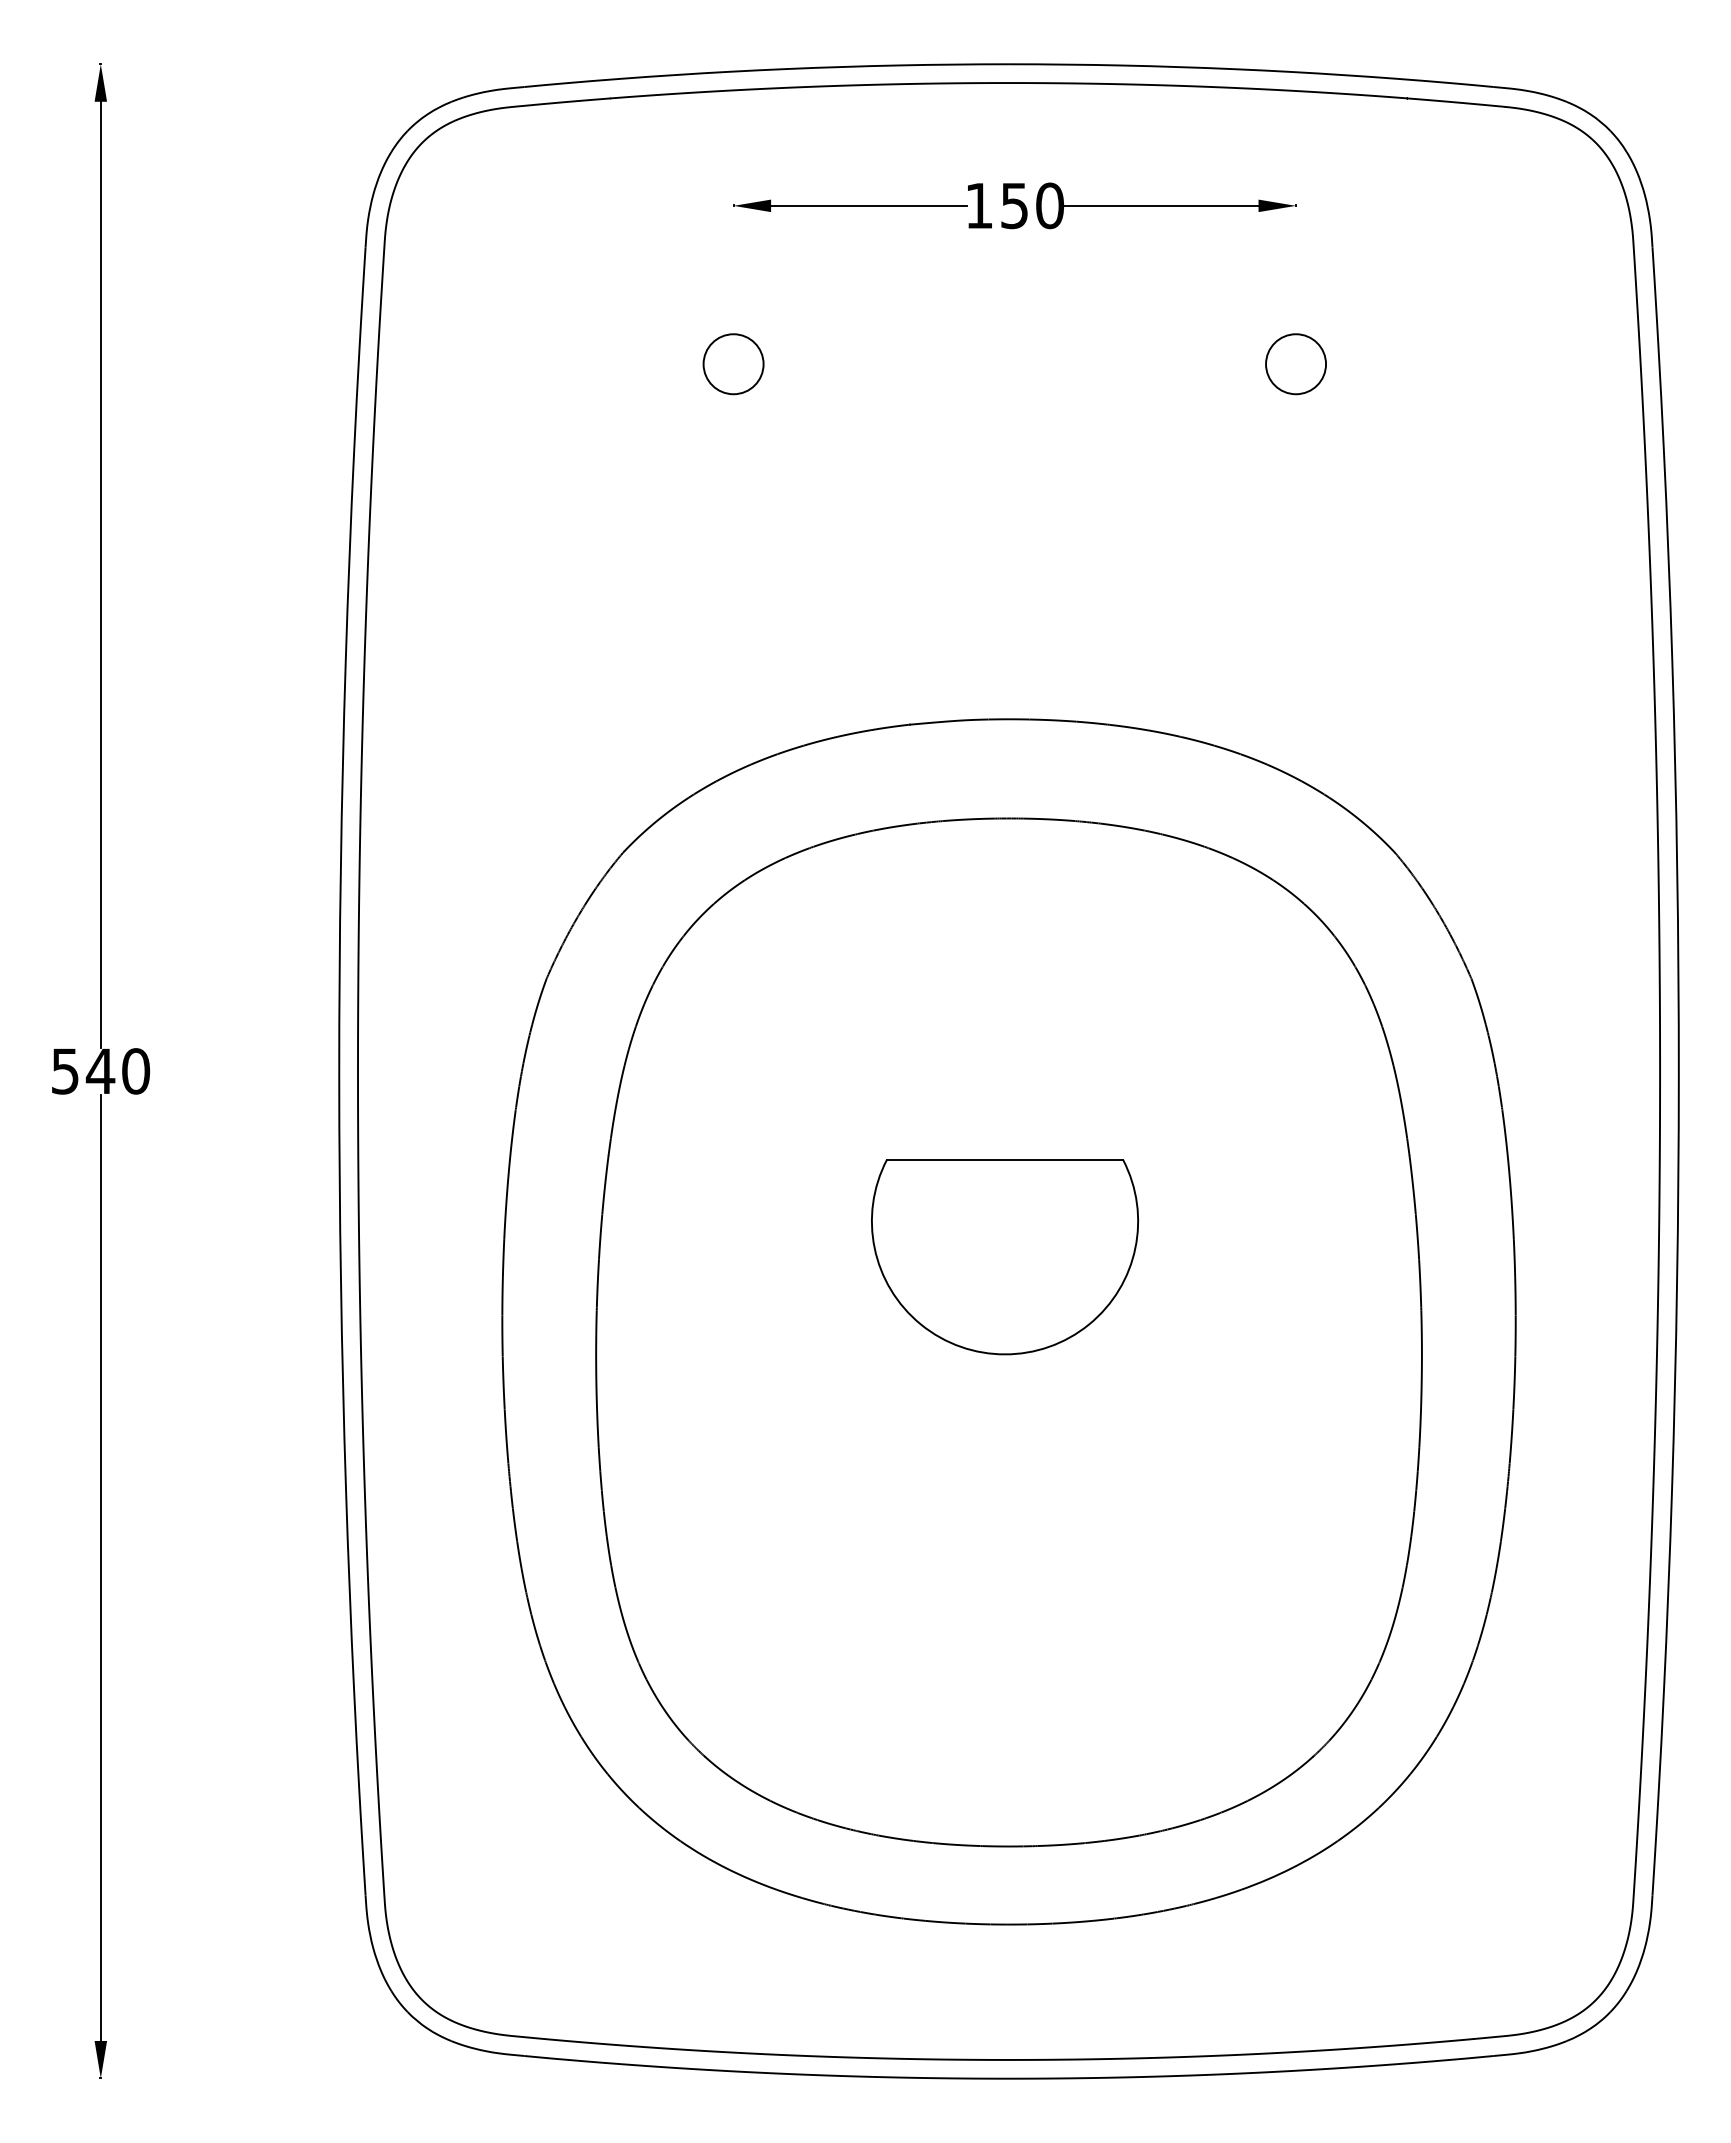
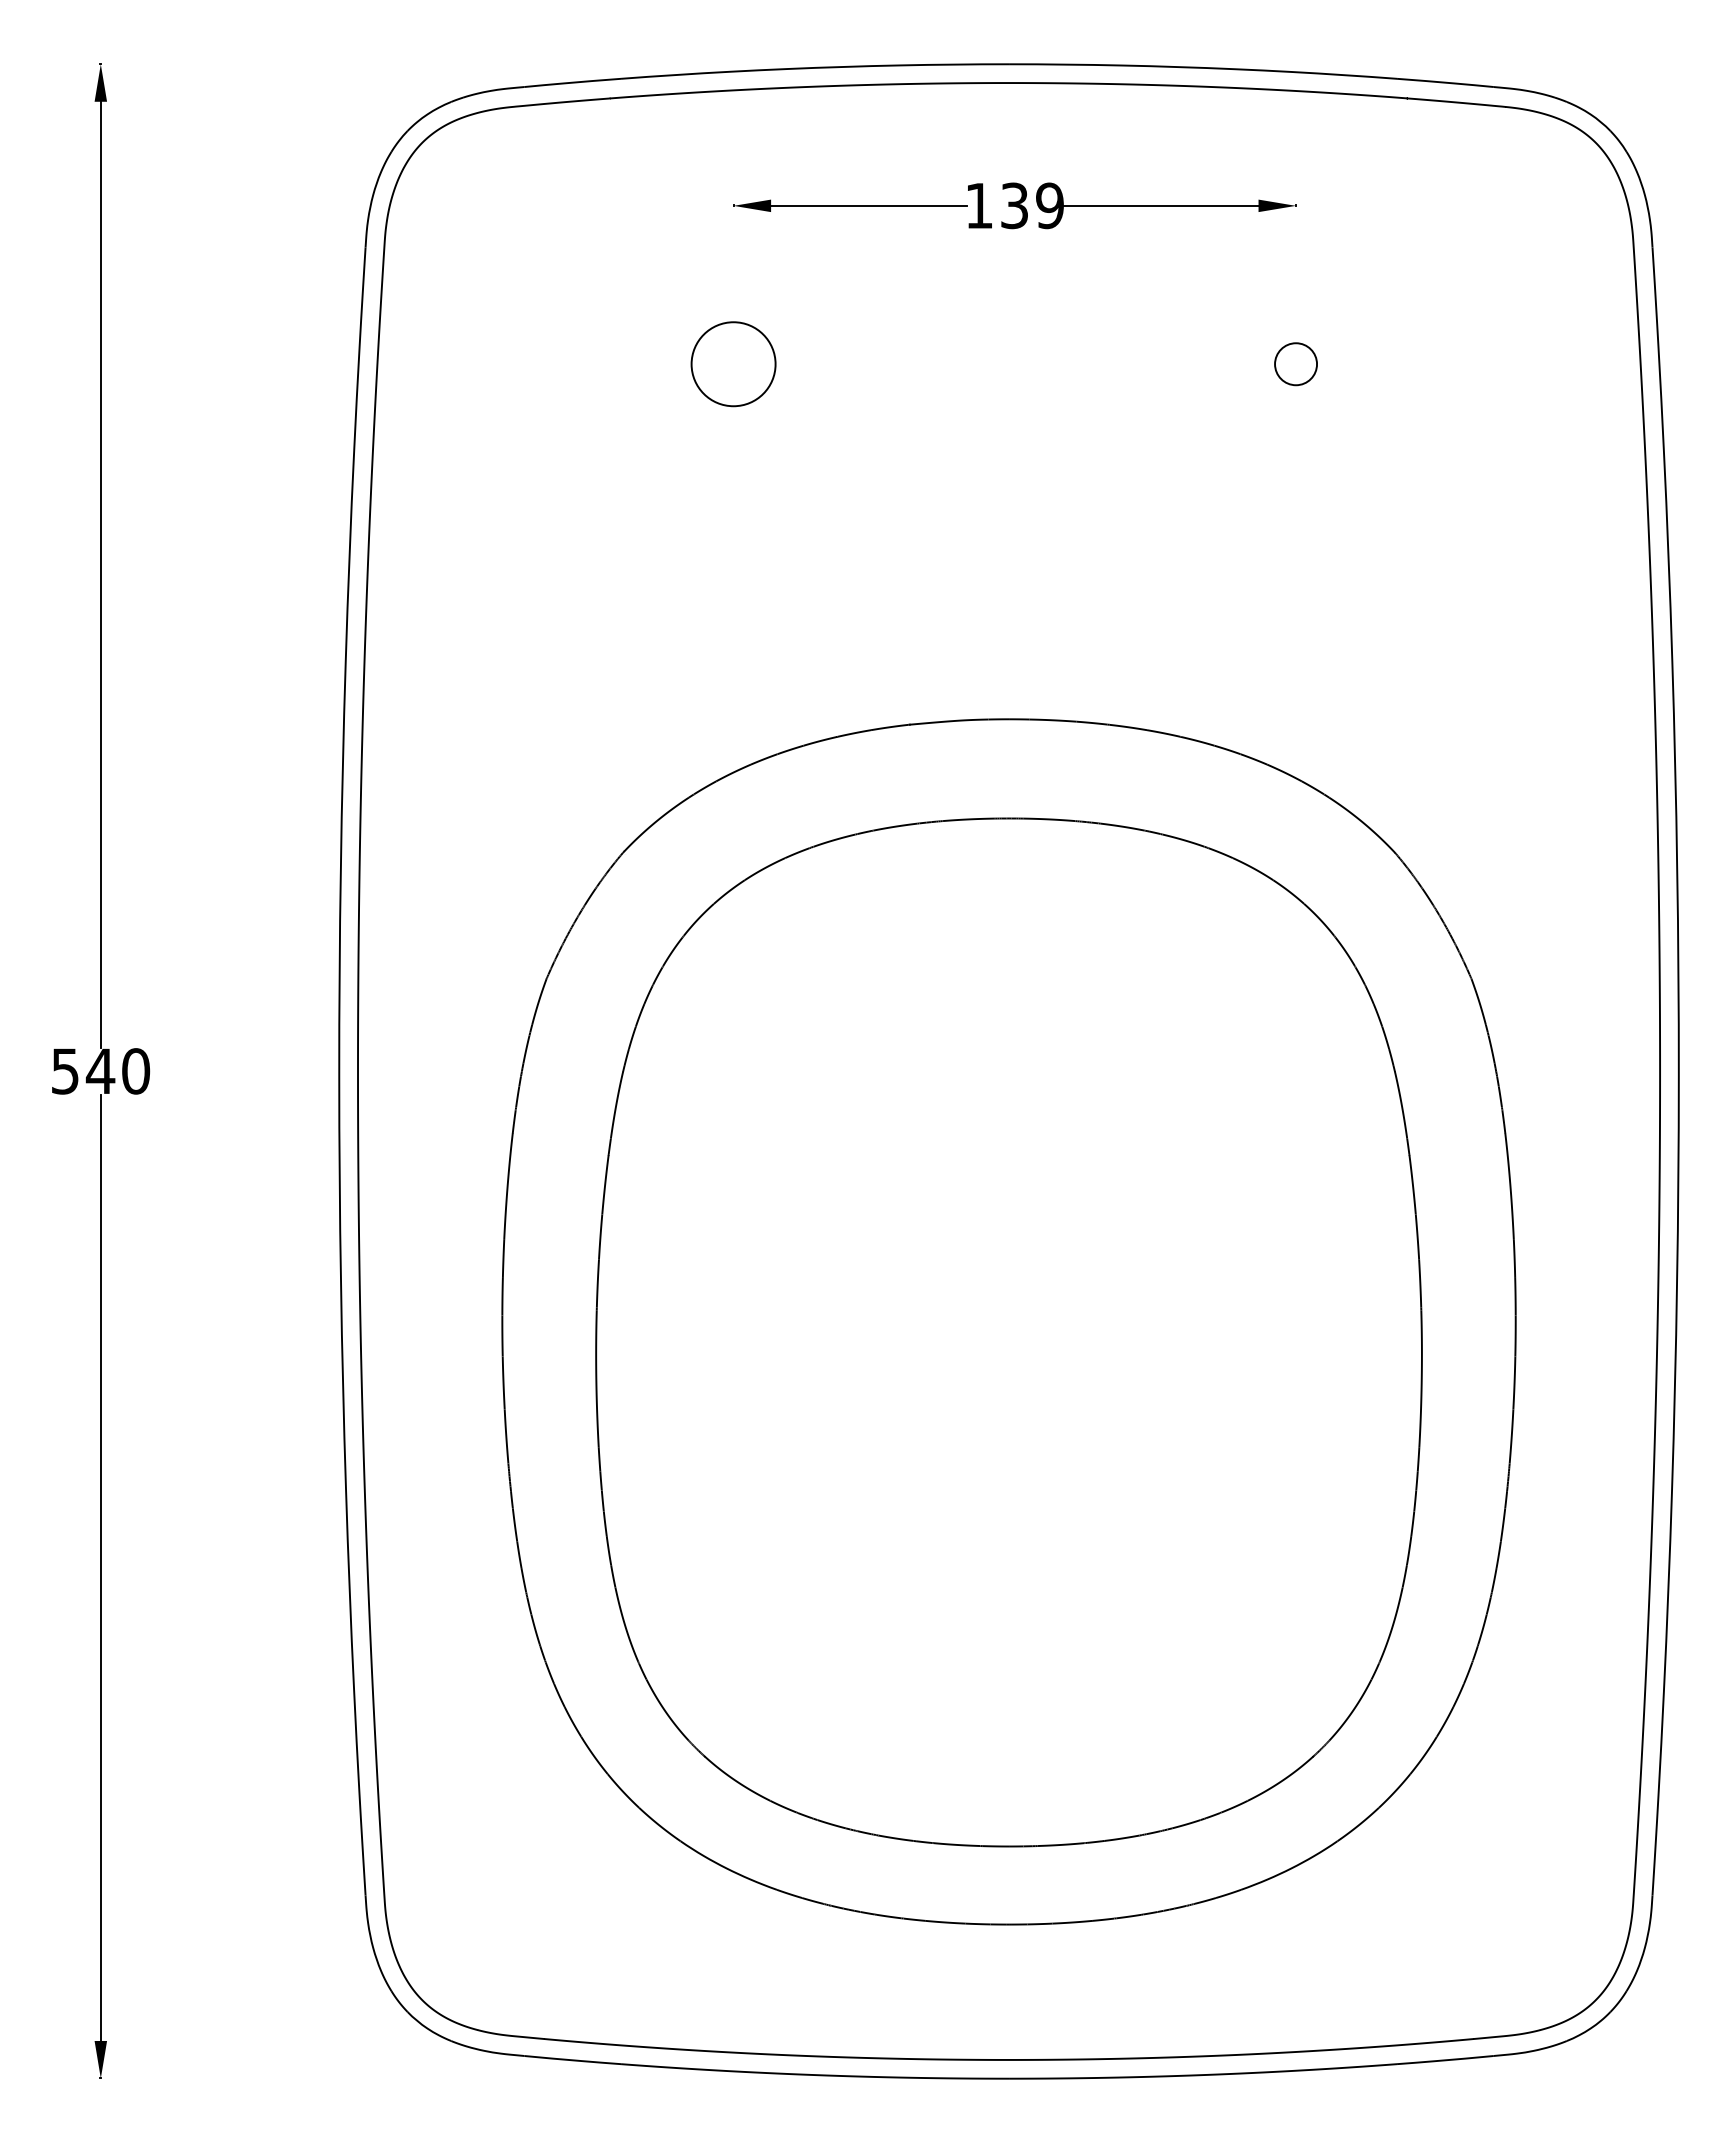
text at (1032, 205): 150 -> 139
circle at (733, 364) diameter: 60 px -> 84 px
circle at (1296, 364) diameter: 60 px -> 42 px
part at (1005, 1257): present -> none
